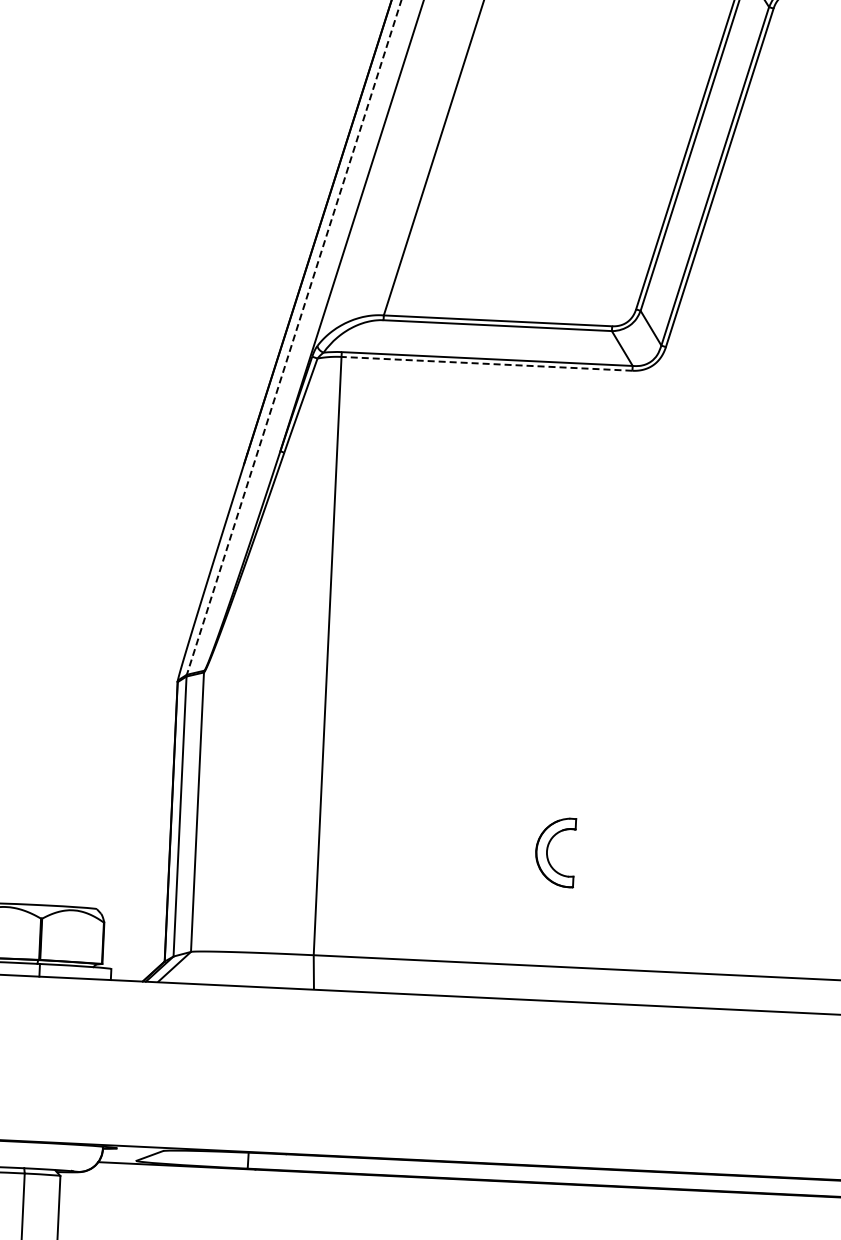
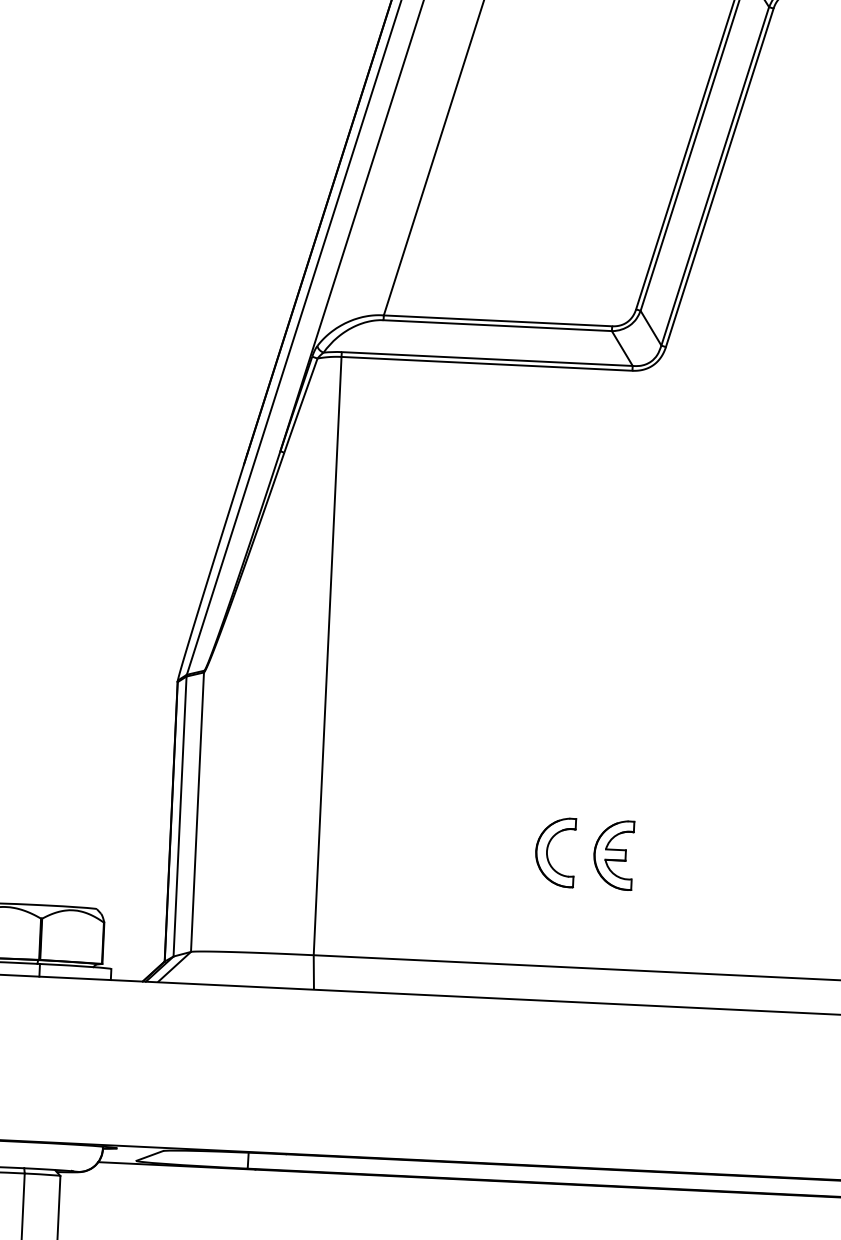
line at (294, 337): dashed -> solid
line at (486, 363): dashed -> solid
part at (614, 855): none -> present
